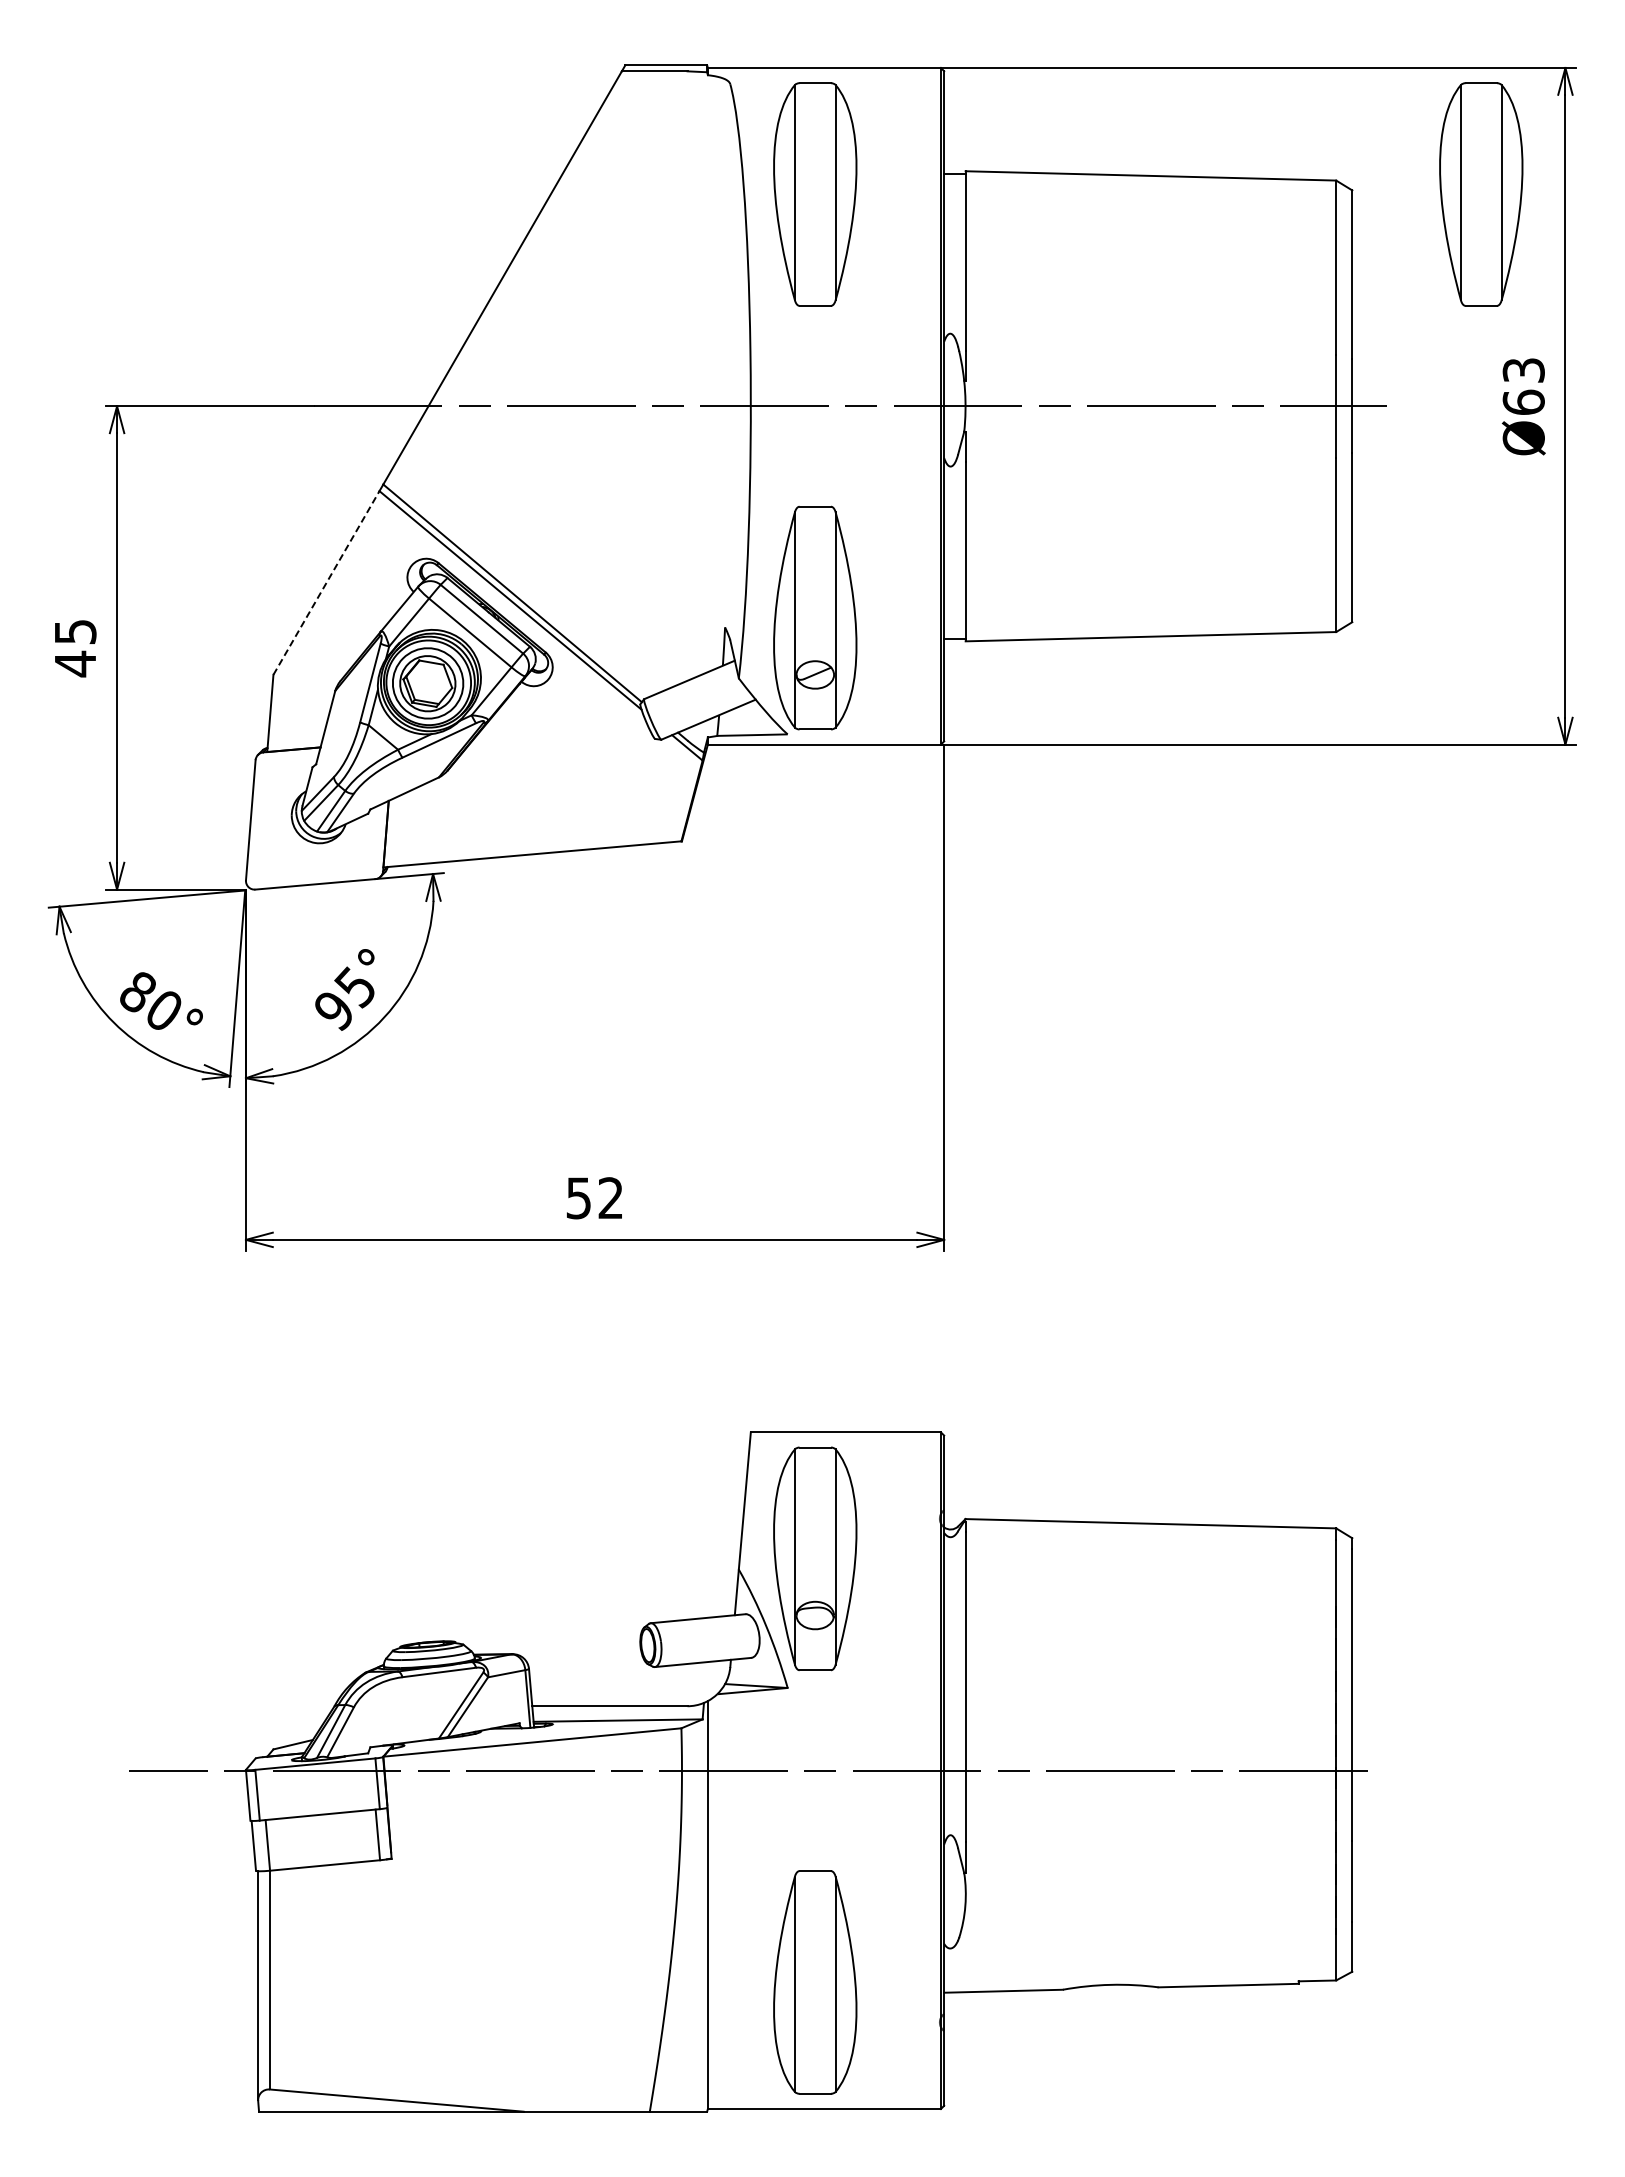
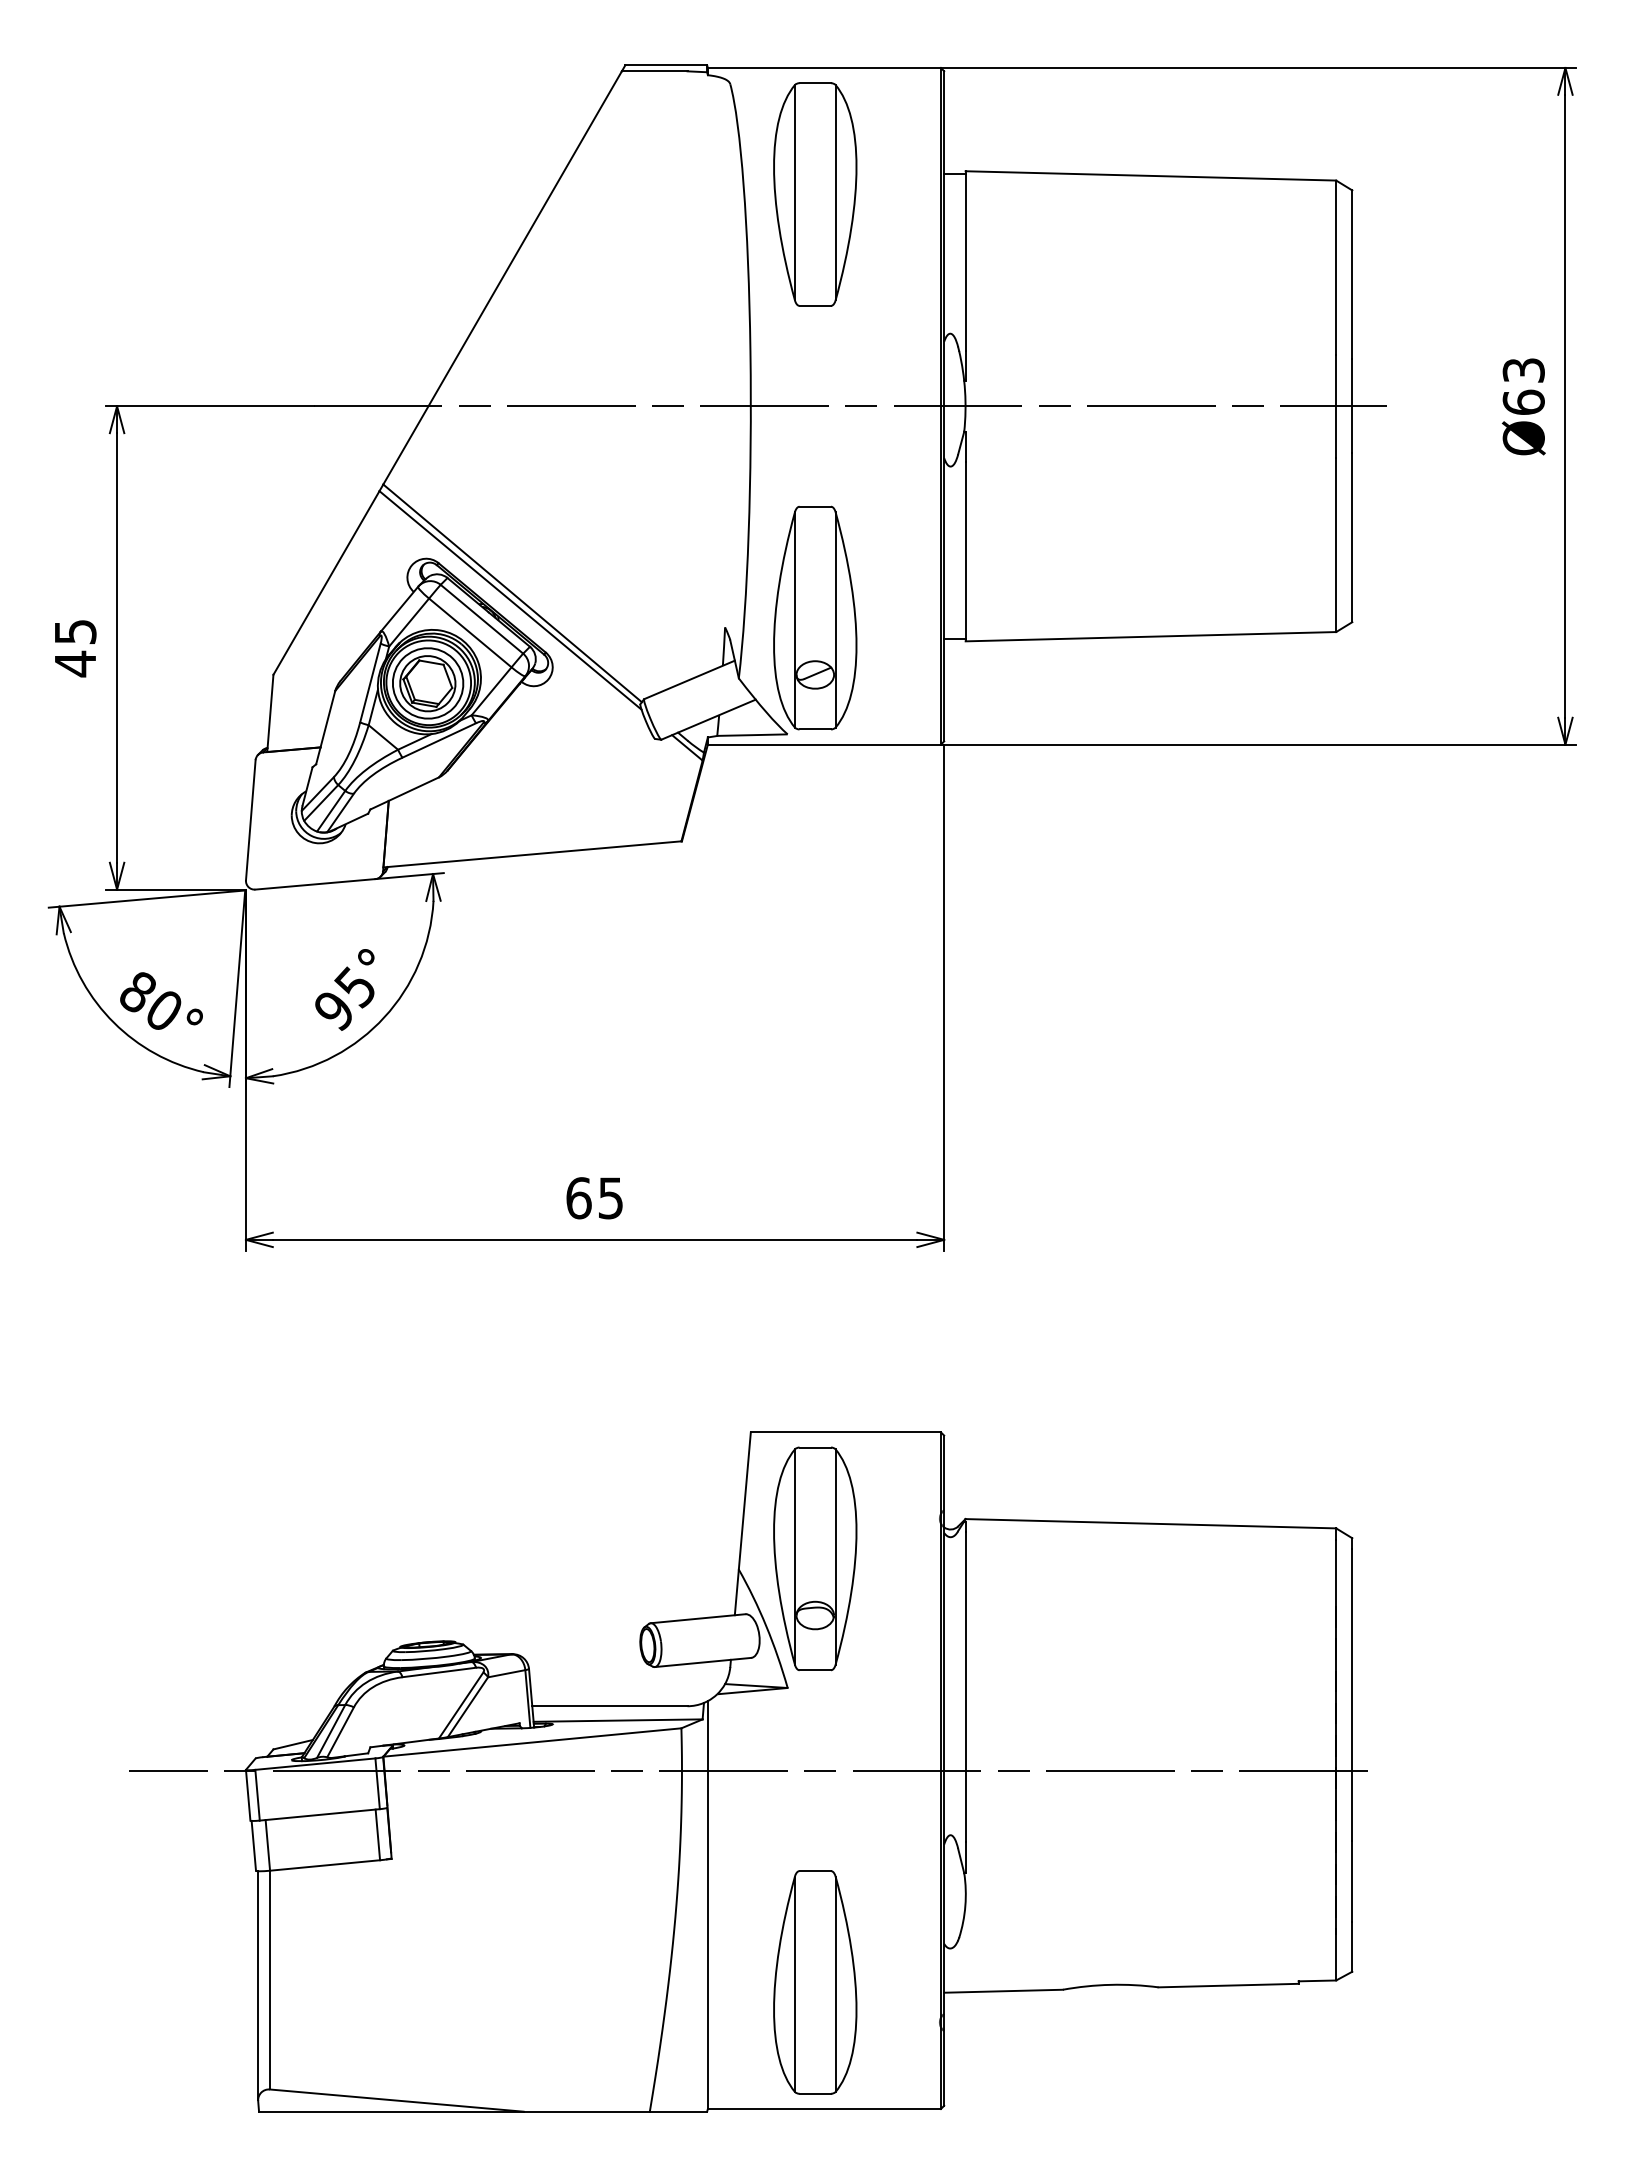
part at (1481, 194): present -> none
line at (326, 582): dashed -> solid
text at (594, 1198): 52 -> 65
